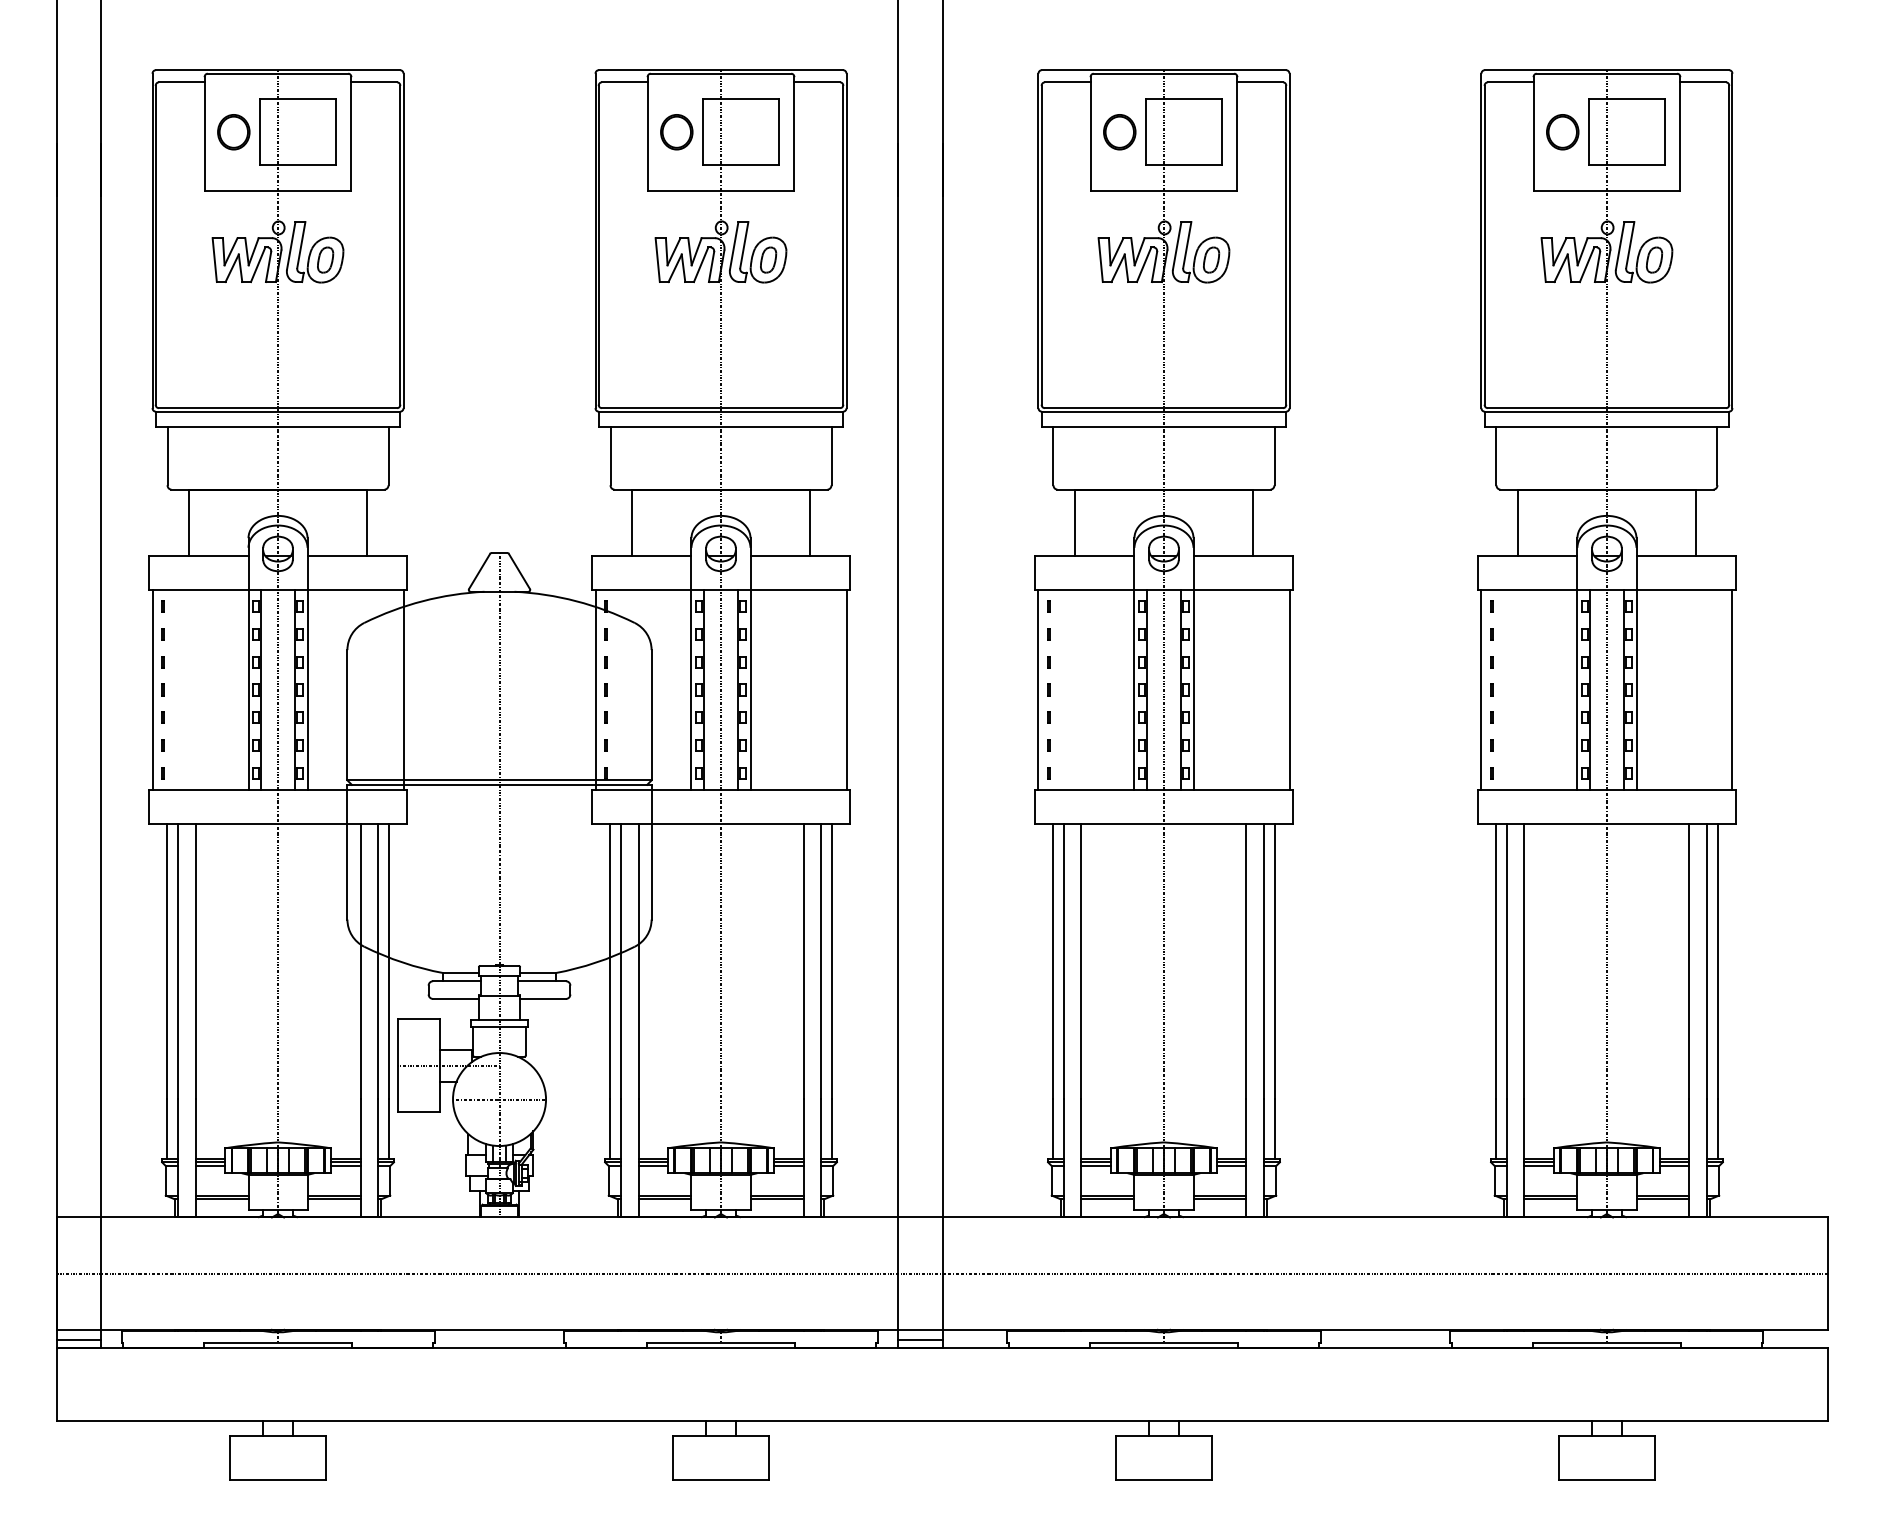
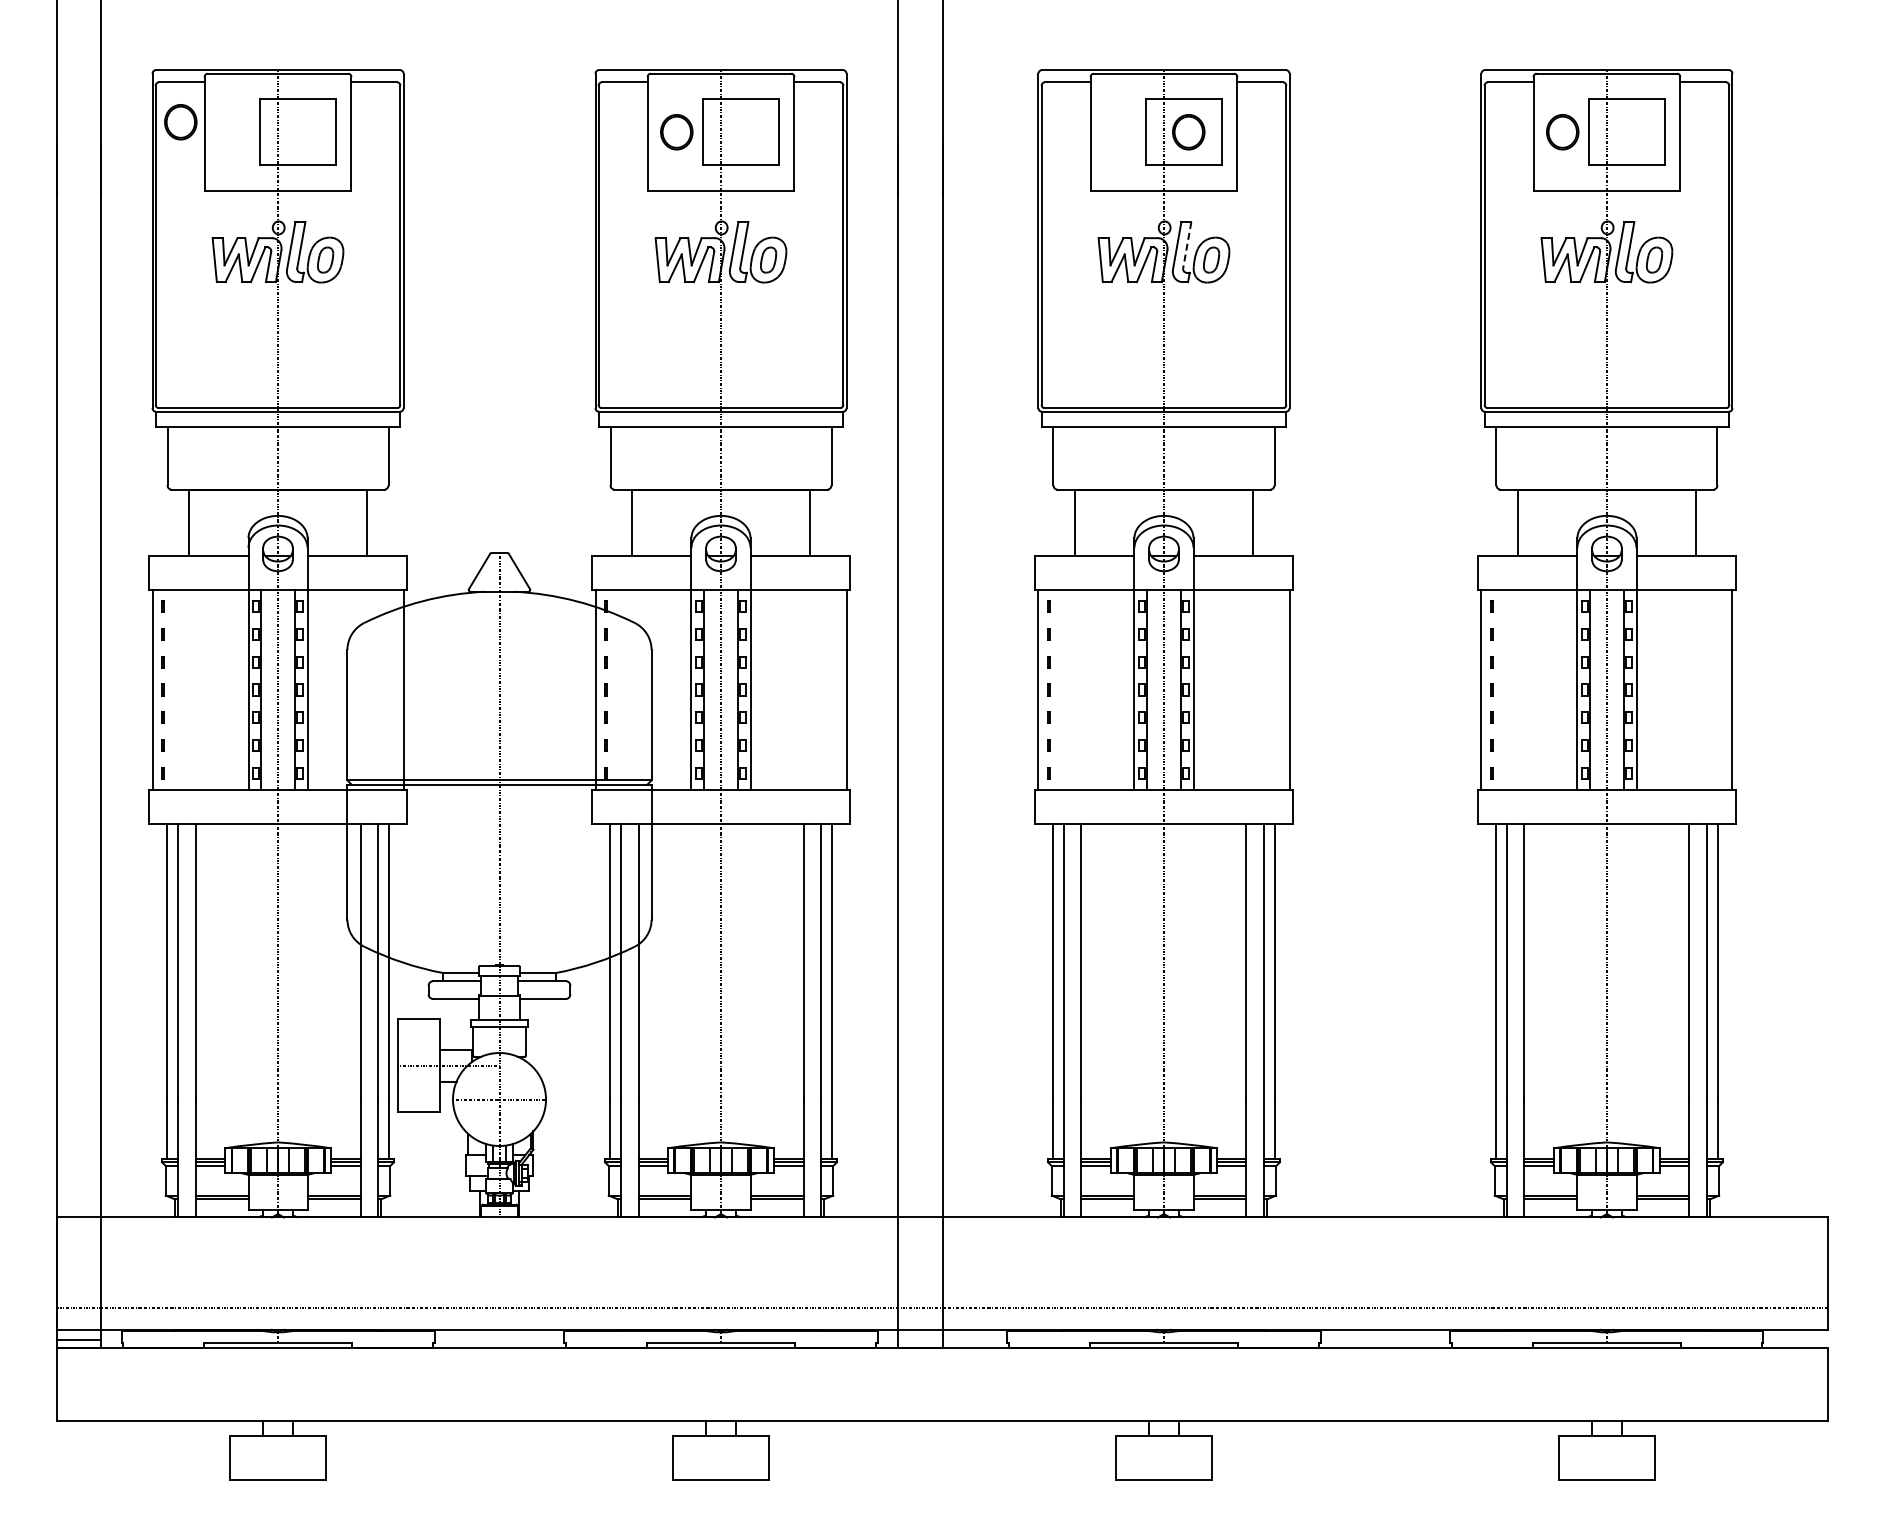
part at (233, 132) position: (233, 132) -> (180, 122)
part at (1119, 132) position: (1119, 132) -> (1188, 132)
line at (1187, 245): solid -> dashed
line at (942, 1273) position: (942, 1273) -> (942, 1307)
line at (920, 1340): present -> none
